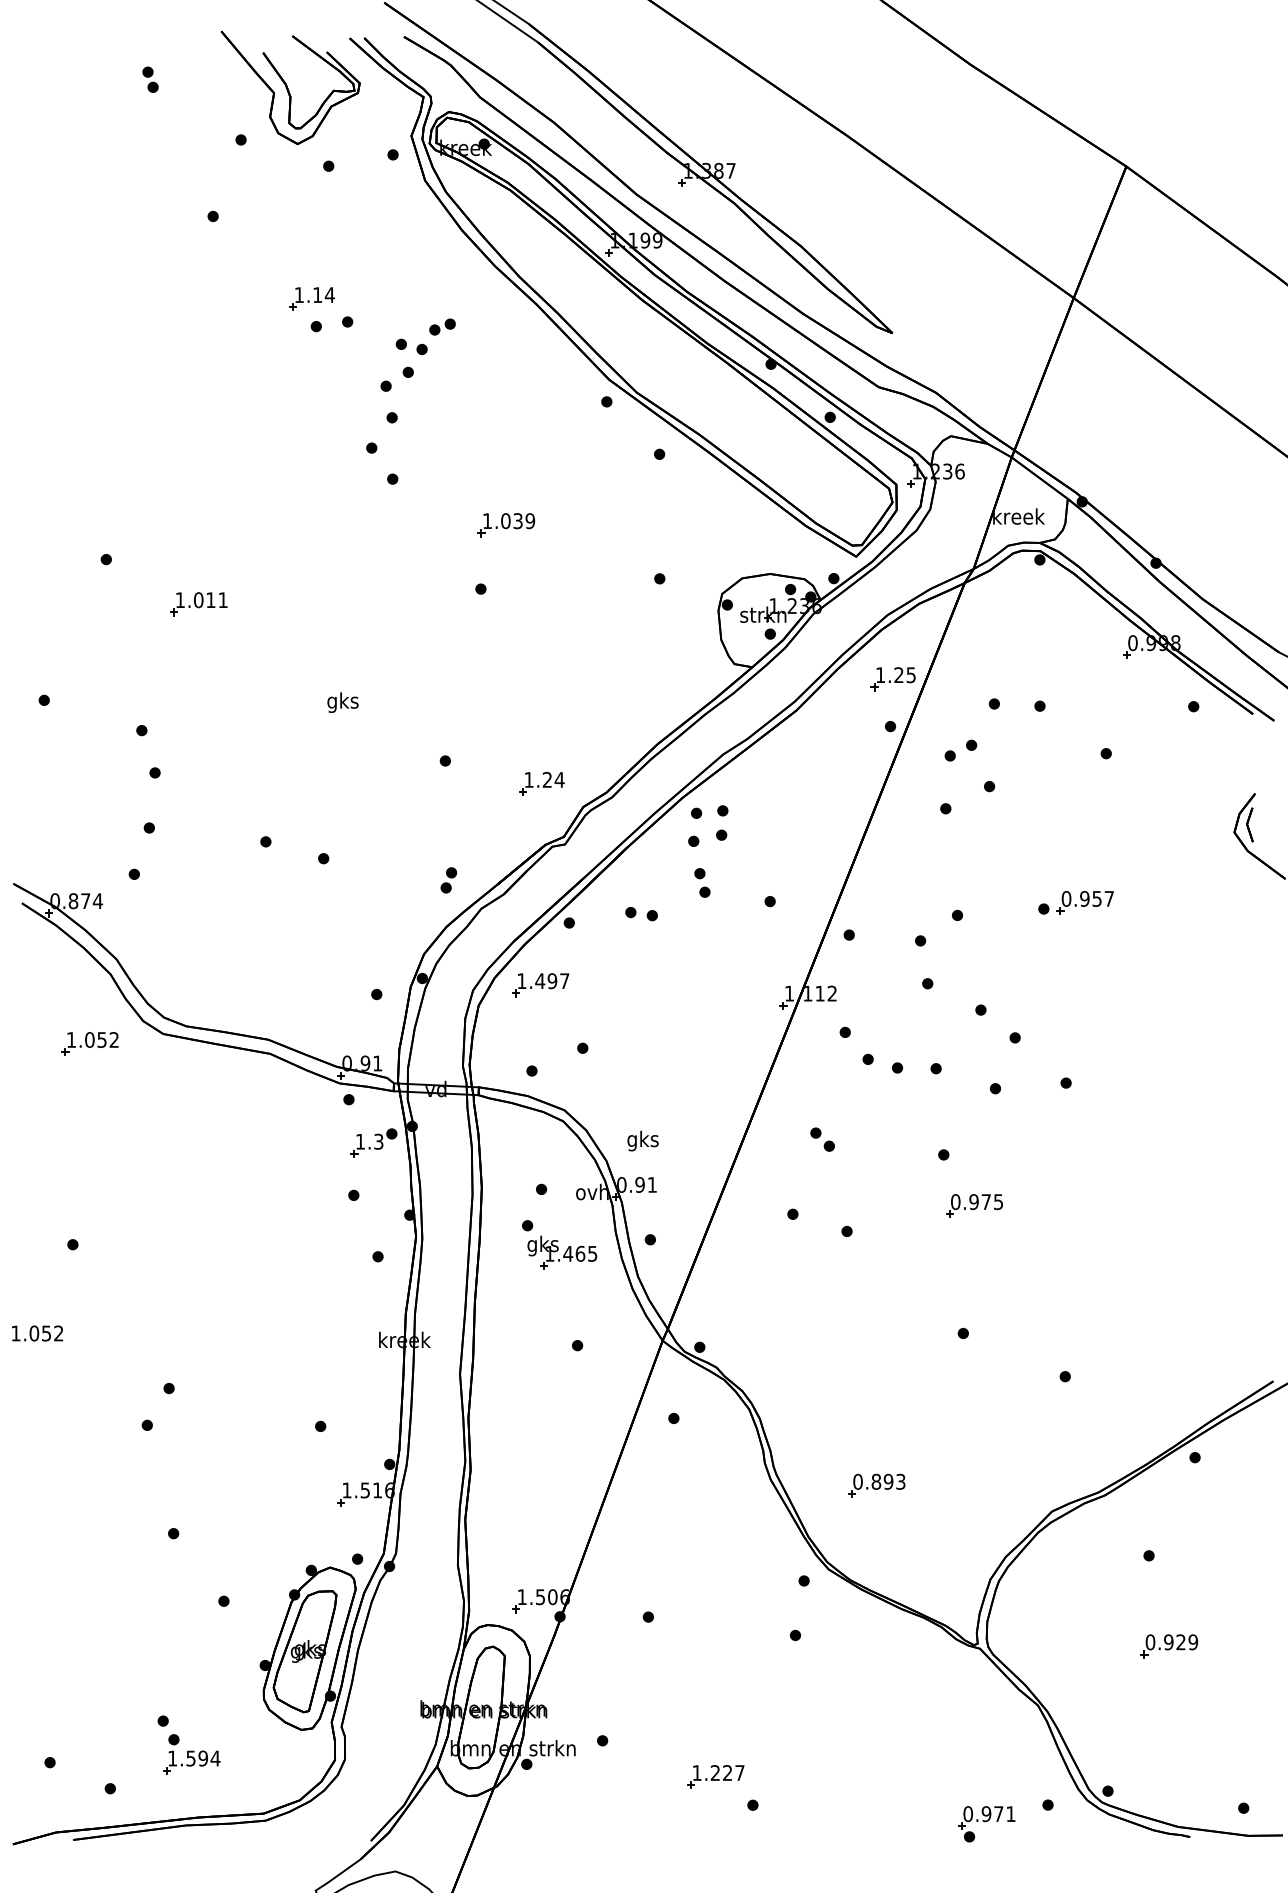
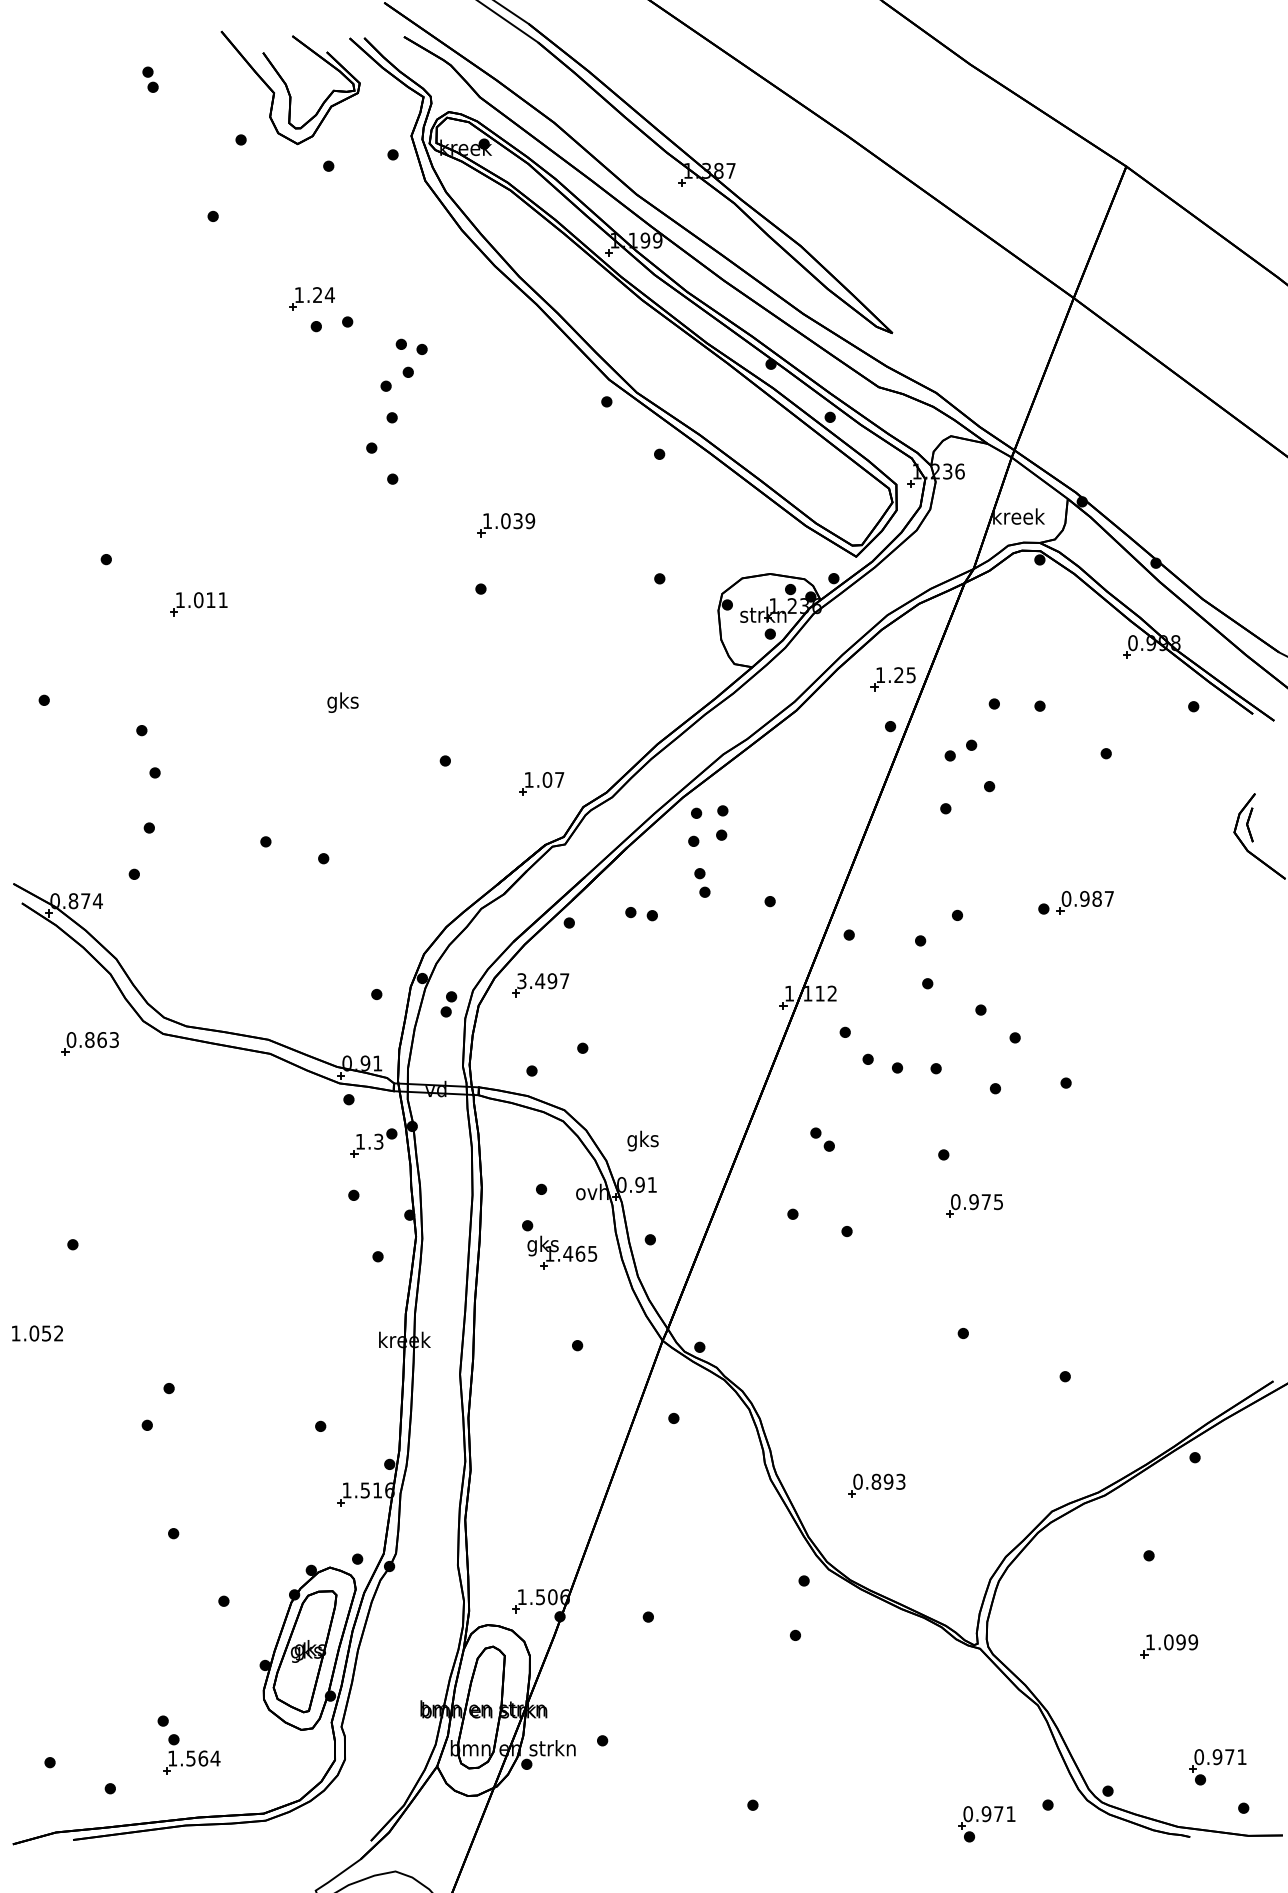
text at (317, 294): 1.14 -> 1.24
part at (442, 326): present -> none
text at (553, 779): 1.24 -> 1.07
part at (448, 880) position: (448, 880) -> (448, 1004)
text at (1096, 898): 0.957 -> 0.987
text at (521, 981): 1.497 -> 3.497
text at (92, 1039): 1.052 -> 0.863
text at (1165, 1642): 0.929 -> 1.099
text at (203, 1758): 1.594 -> 1.564
part at (1217, 1767): none -> present
part at (715, 1776): present -> none
